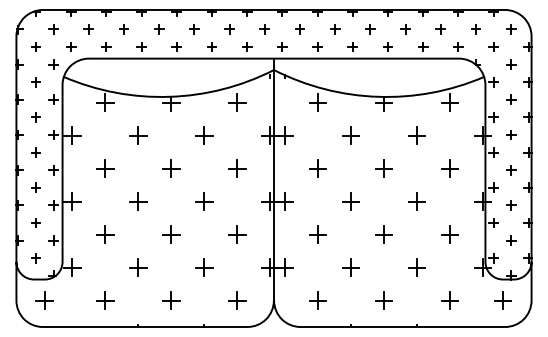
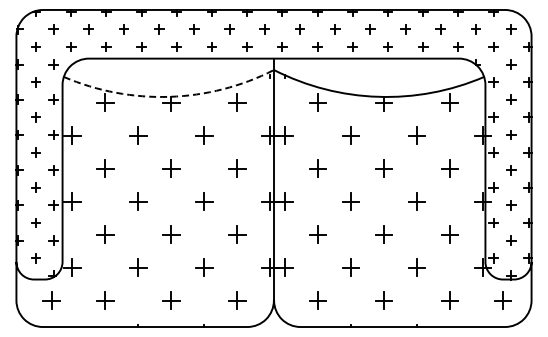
arc at (169, 96): solid -> dashed
part at (44, 300) position: (44, 300) -> (51, 300)
